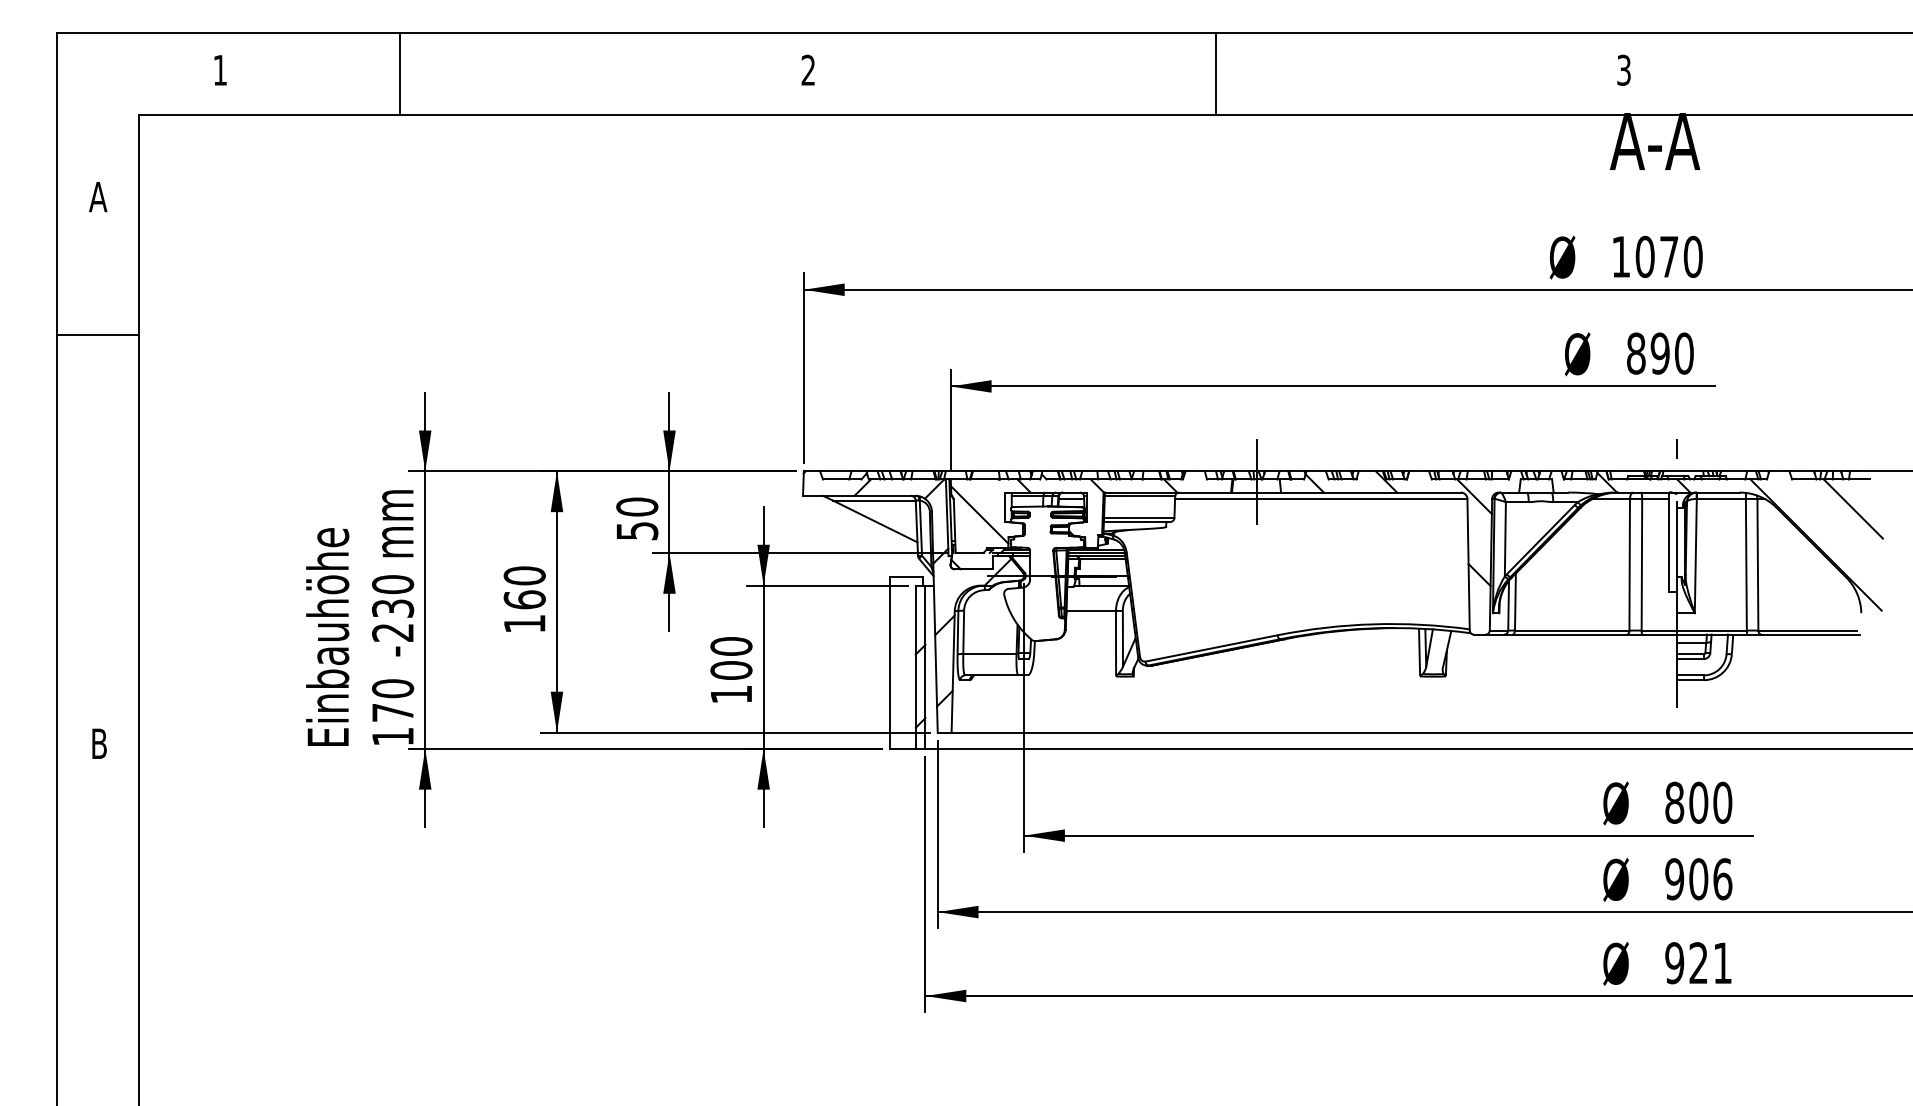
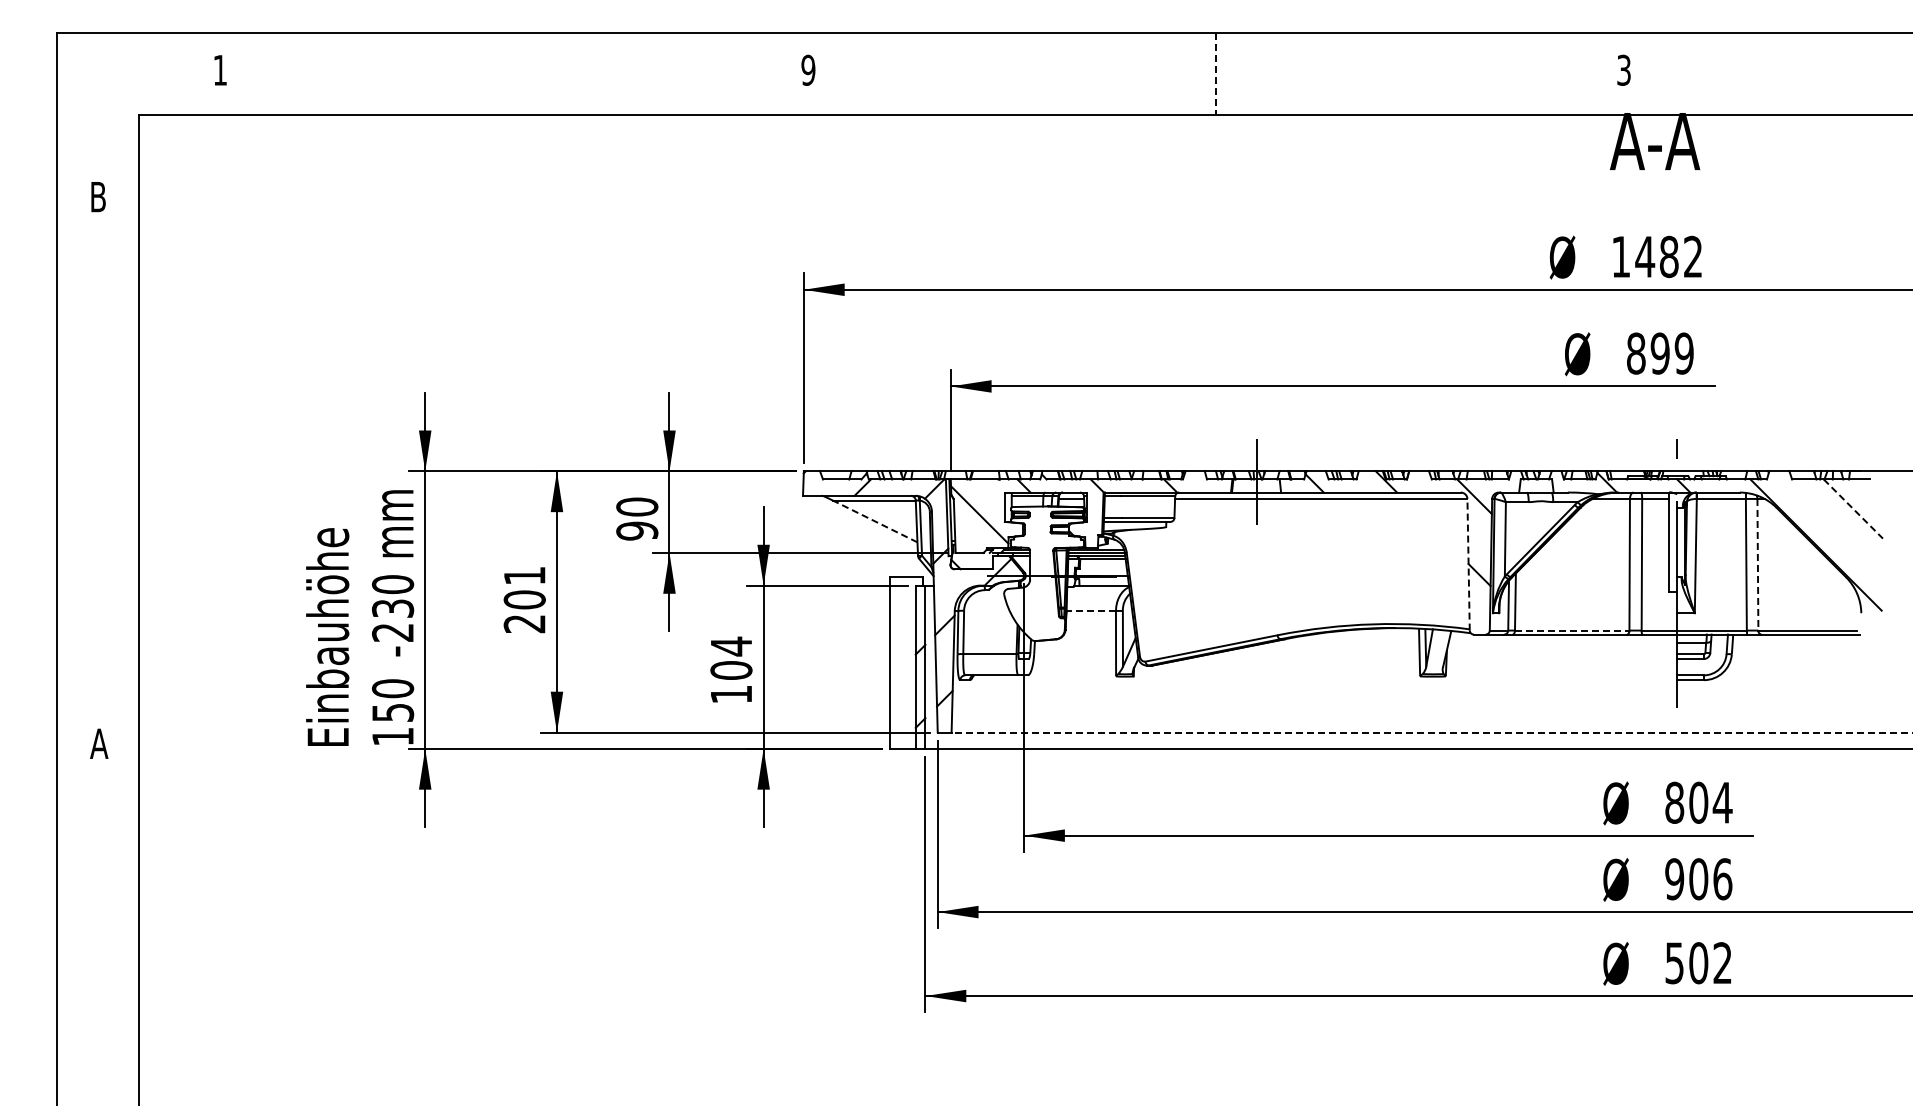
text at (808, 69): 2 -> 9
line at (400, 73): present -> none
line at (1216, 73): solid -> dashed
text at (98, 197): A -> B
text at (1668, 256): 1070 -> 1482
line at (98, 335): present -> none
text at (1683, 353): 890 -> 899
line at (1853, 509): solid -> dashed
line at (874, 521): solid -> dashed
text at (637, 530): 50 -> 90
line at (1468, 564): solid -> dashed
line at (1757, 564): solid -> dashed
text at (524, 599): 160 -> 201
line at (1091, 611): solid -> dashed
line at (1572, 630): solid -> dashed
text at (731, 646): 100 -> 104
text at (393, 712): 170 -> 150
line at (1431, 732): solid -> dashed
text at (99, 743): B -> A
text at (1722, 802): 800 -> 804
text at (1698, 963): 921 -> 502
